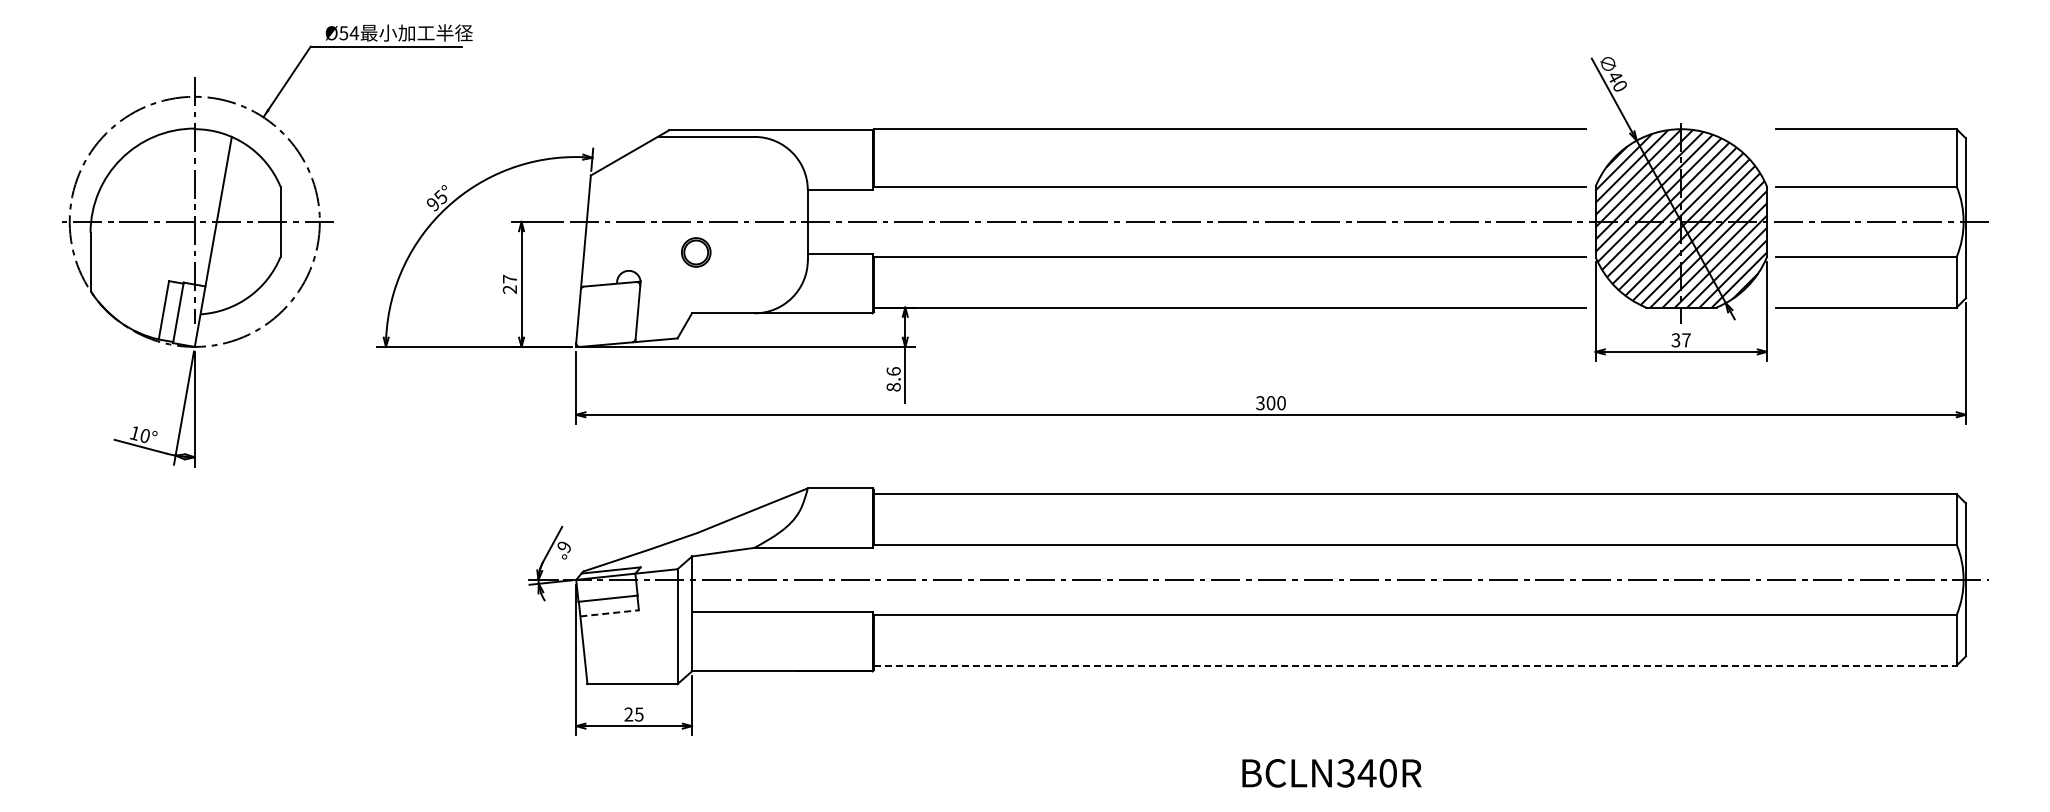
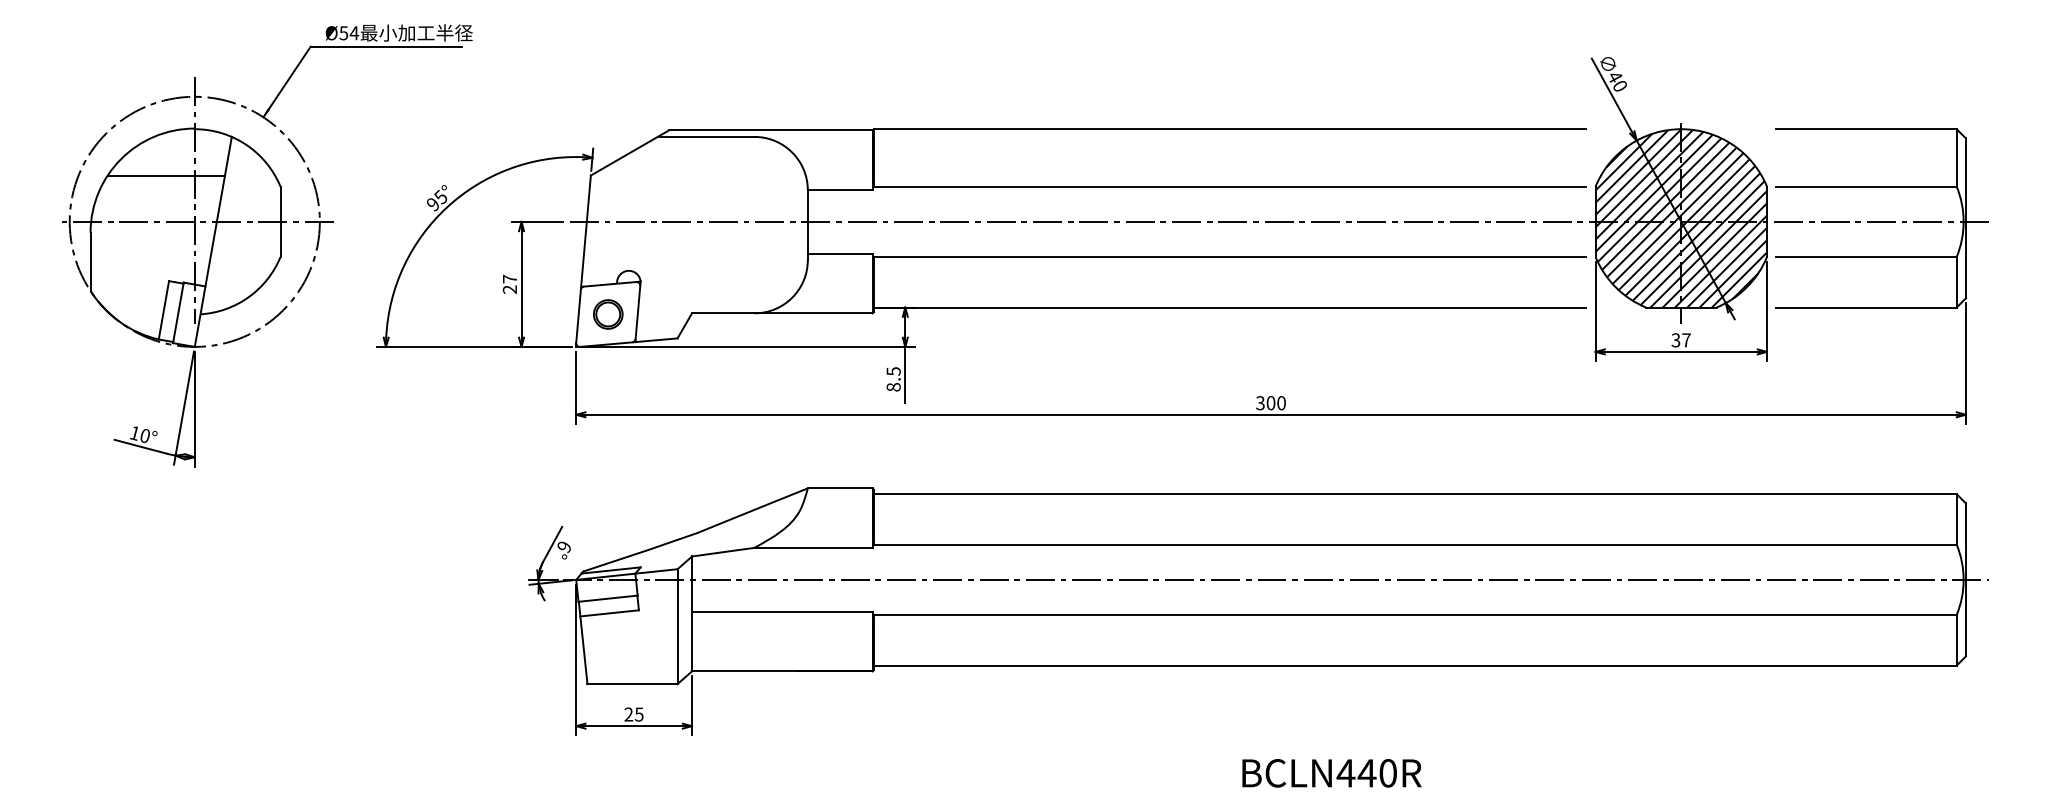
line at (166, 175): none -> present
part at (696, 252) position: (696, 252) -> (608, 314)
text at (893, 371): 8.6 -> 8.5
line at (610, 613): dashed -> solid
line at (1415, 665): dashed -> solid
text at (1345, 773): BCLN340R -> BCLN440R
